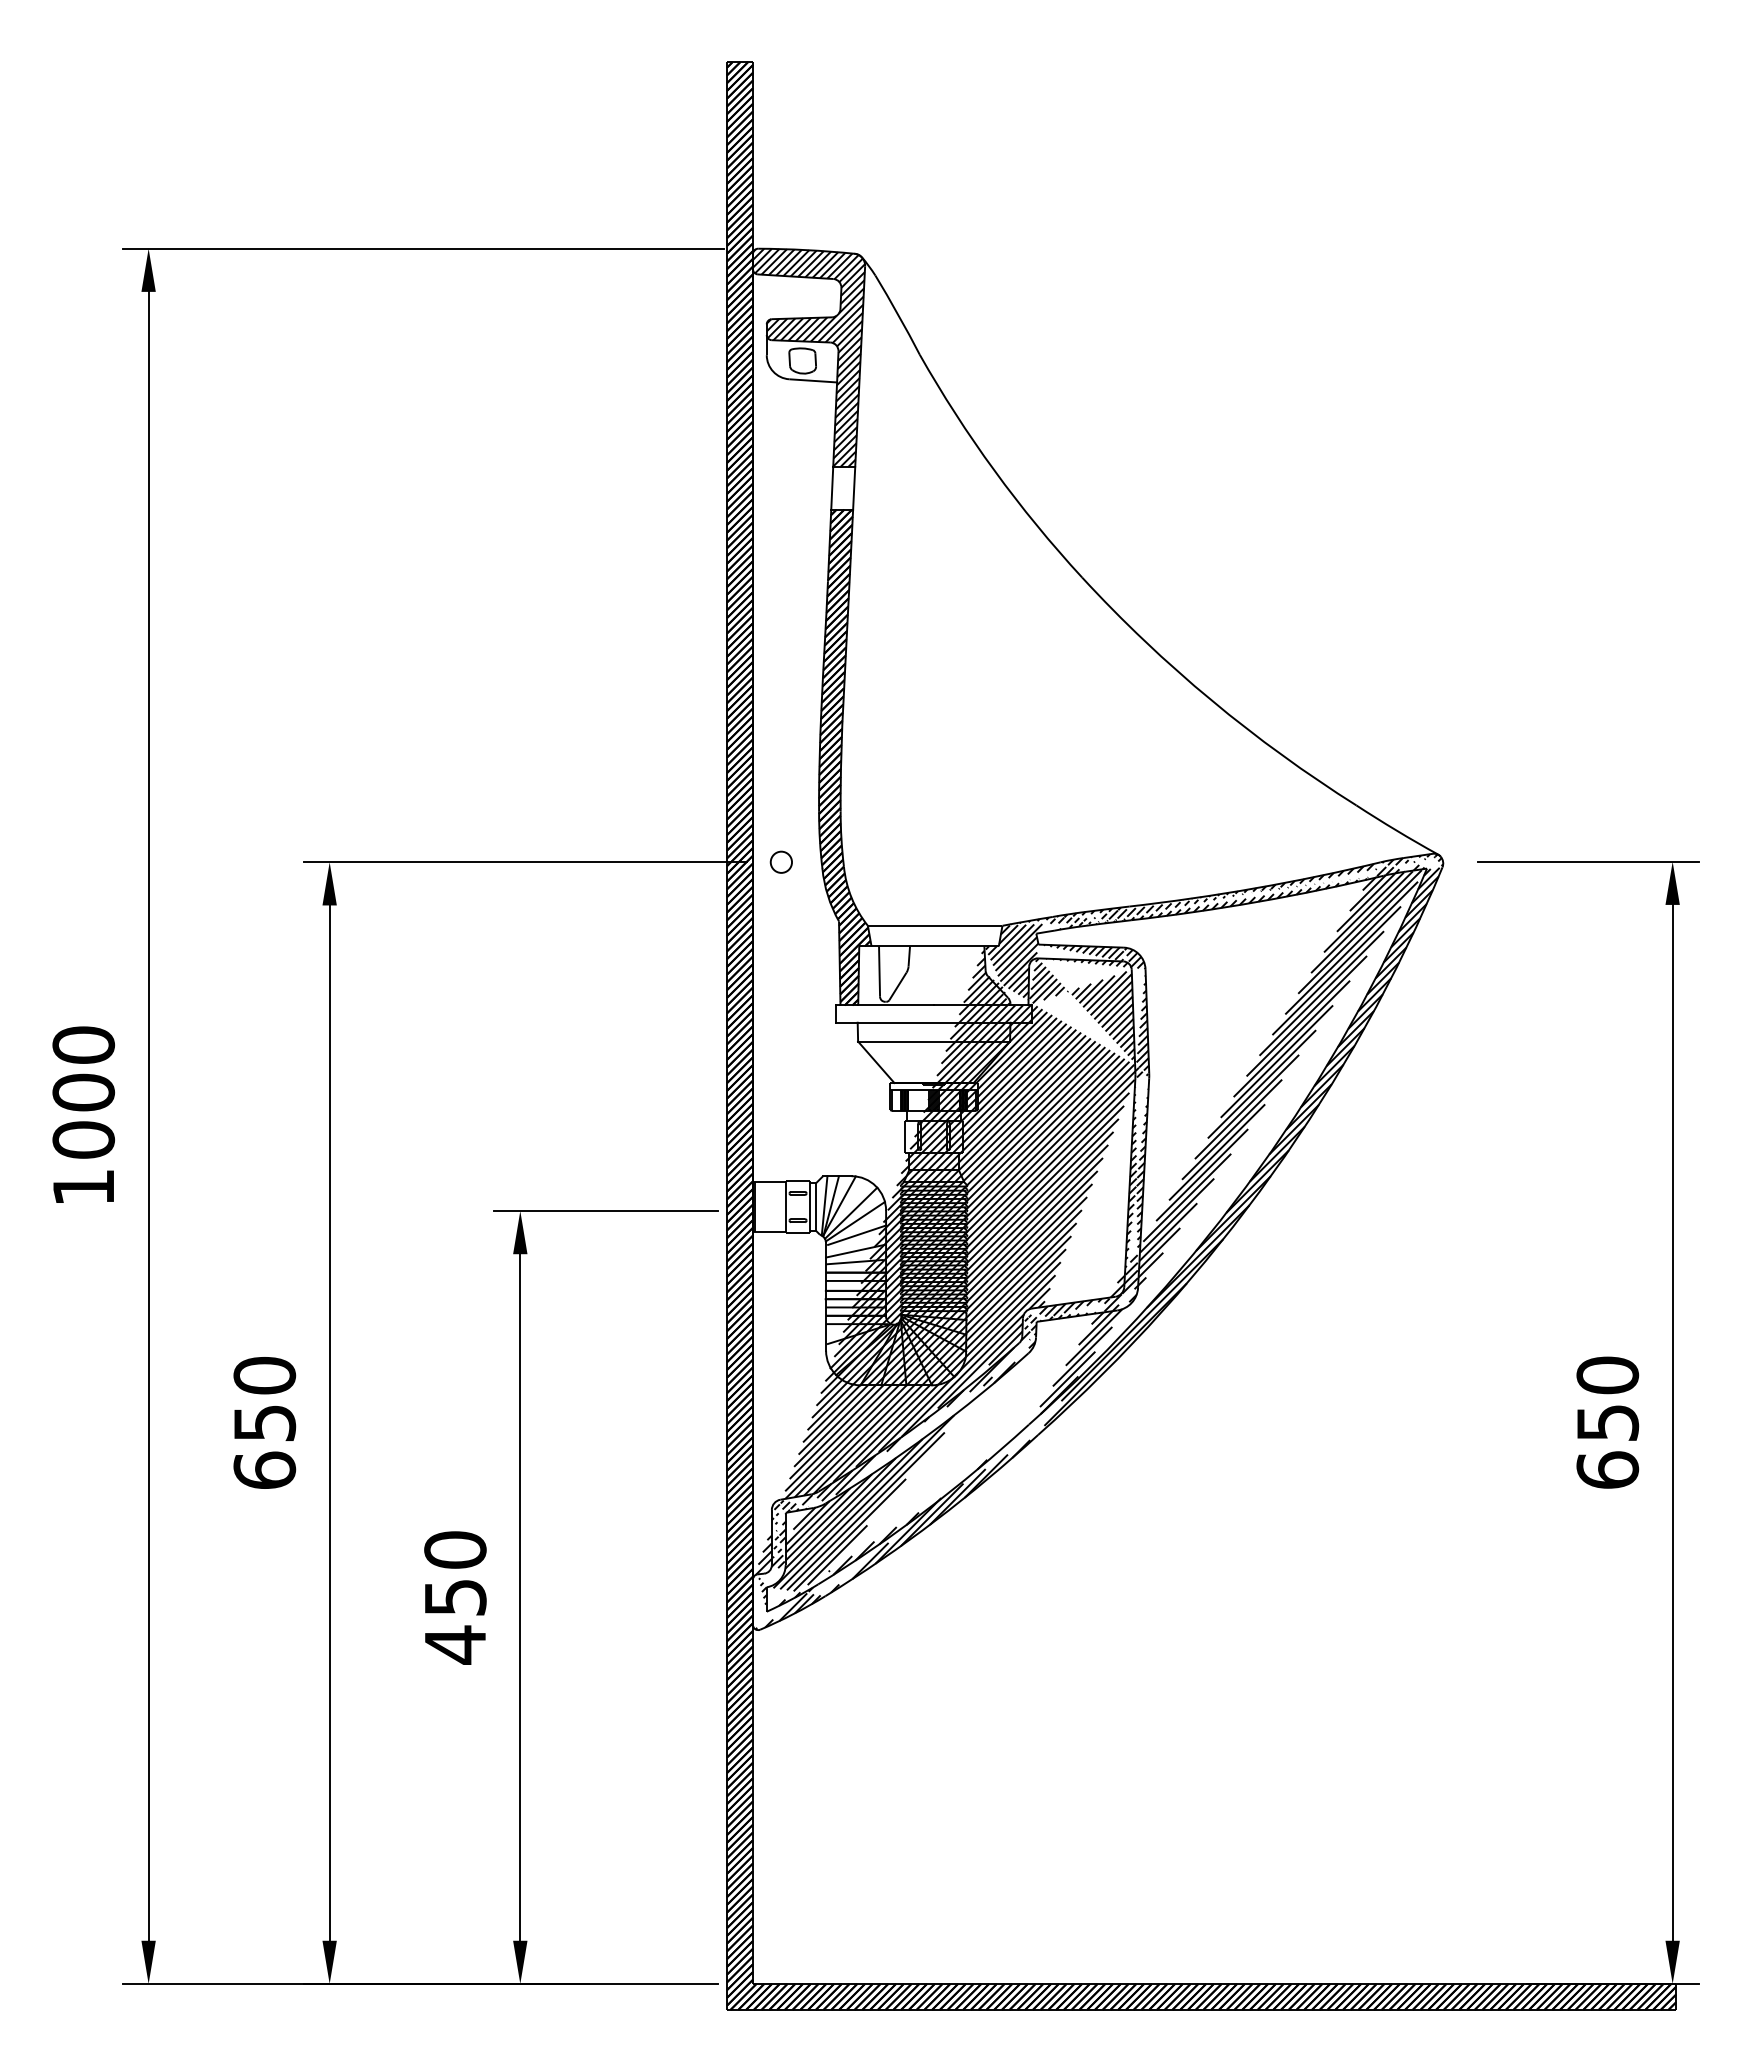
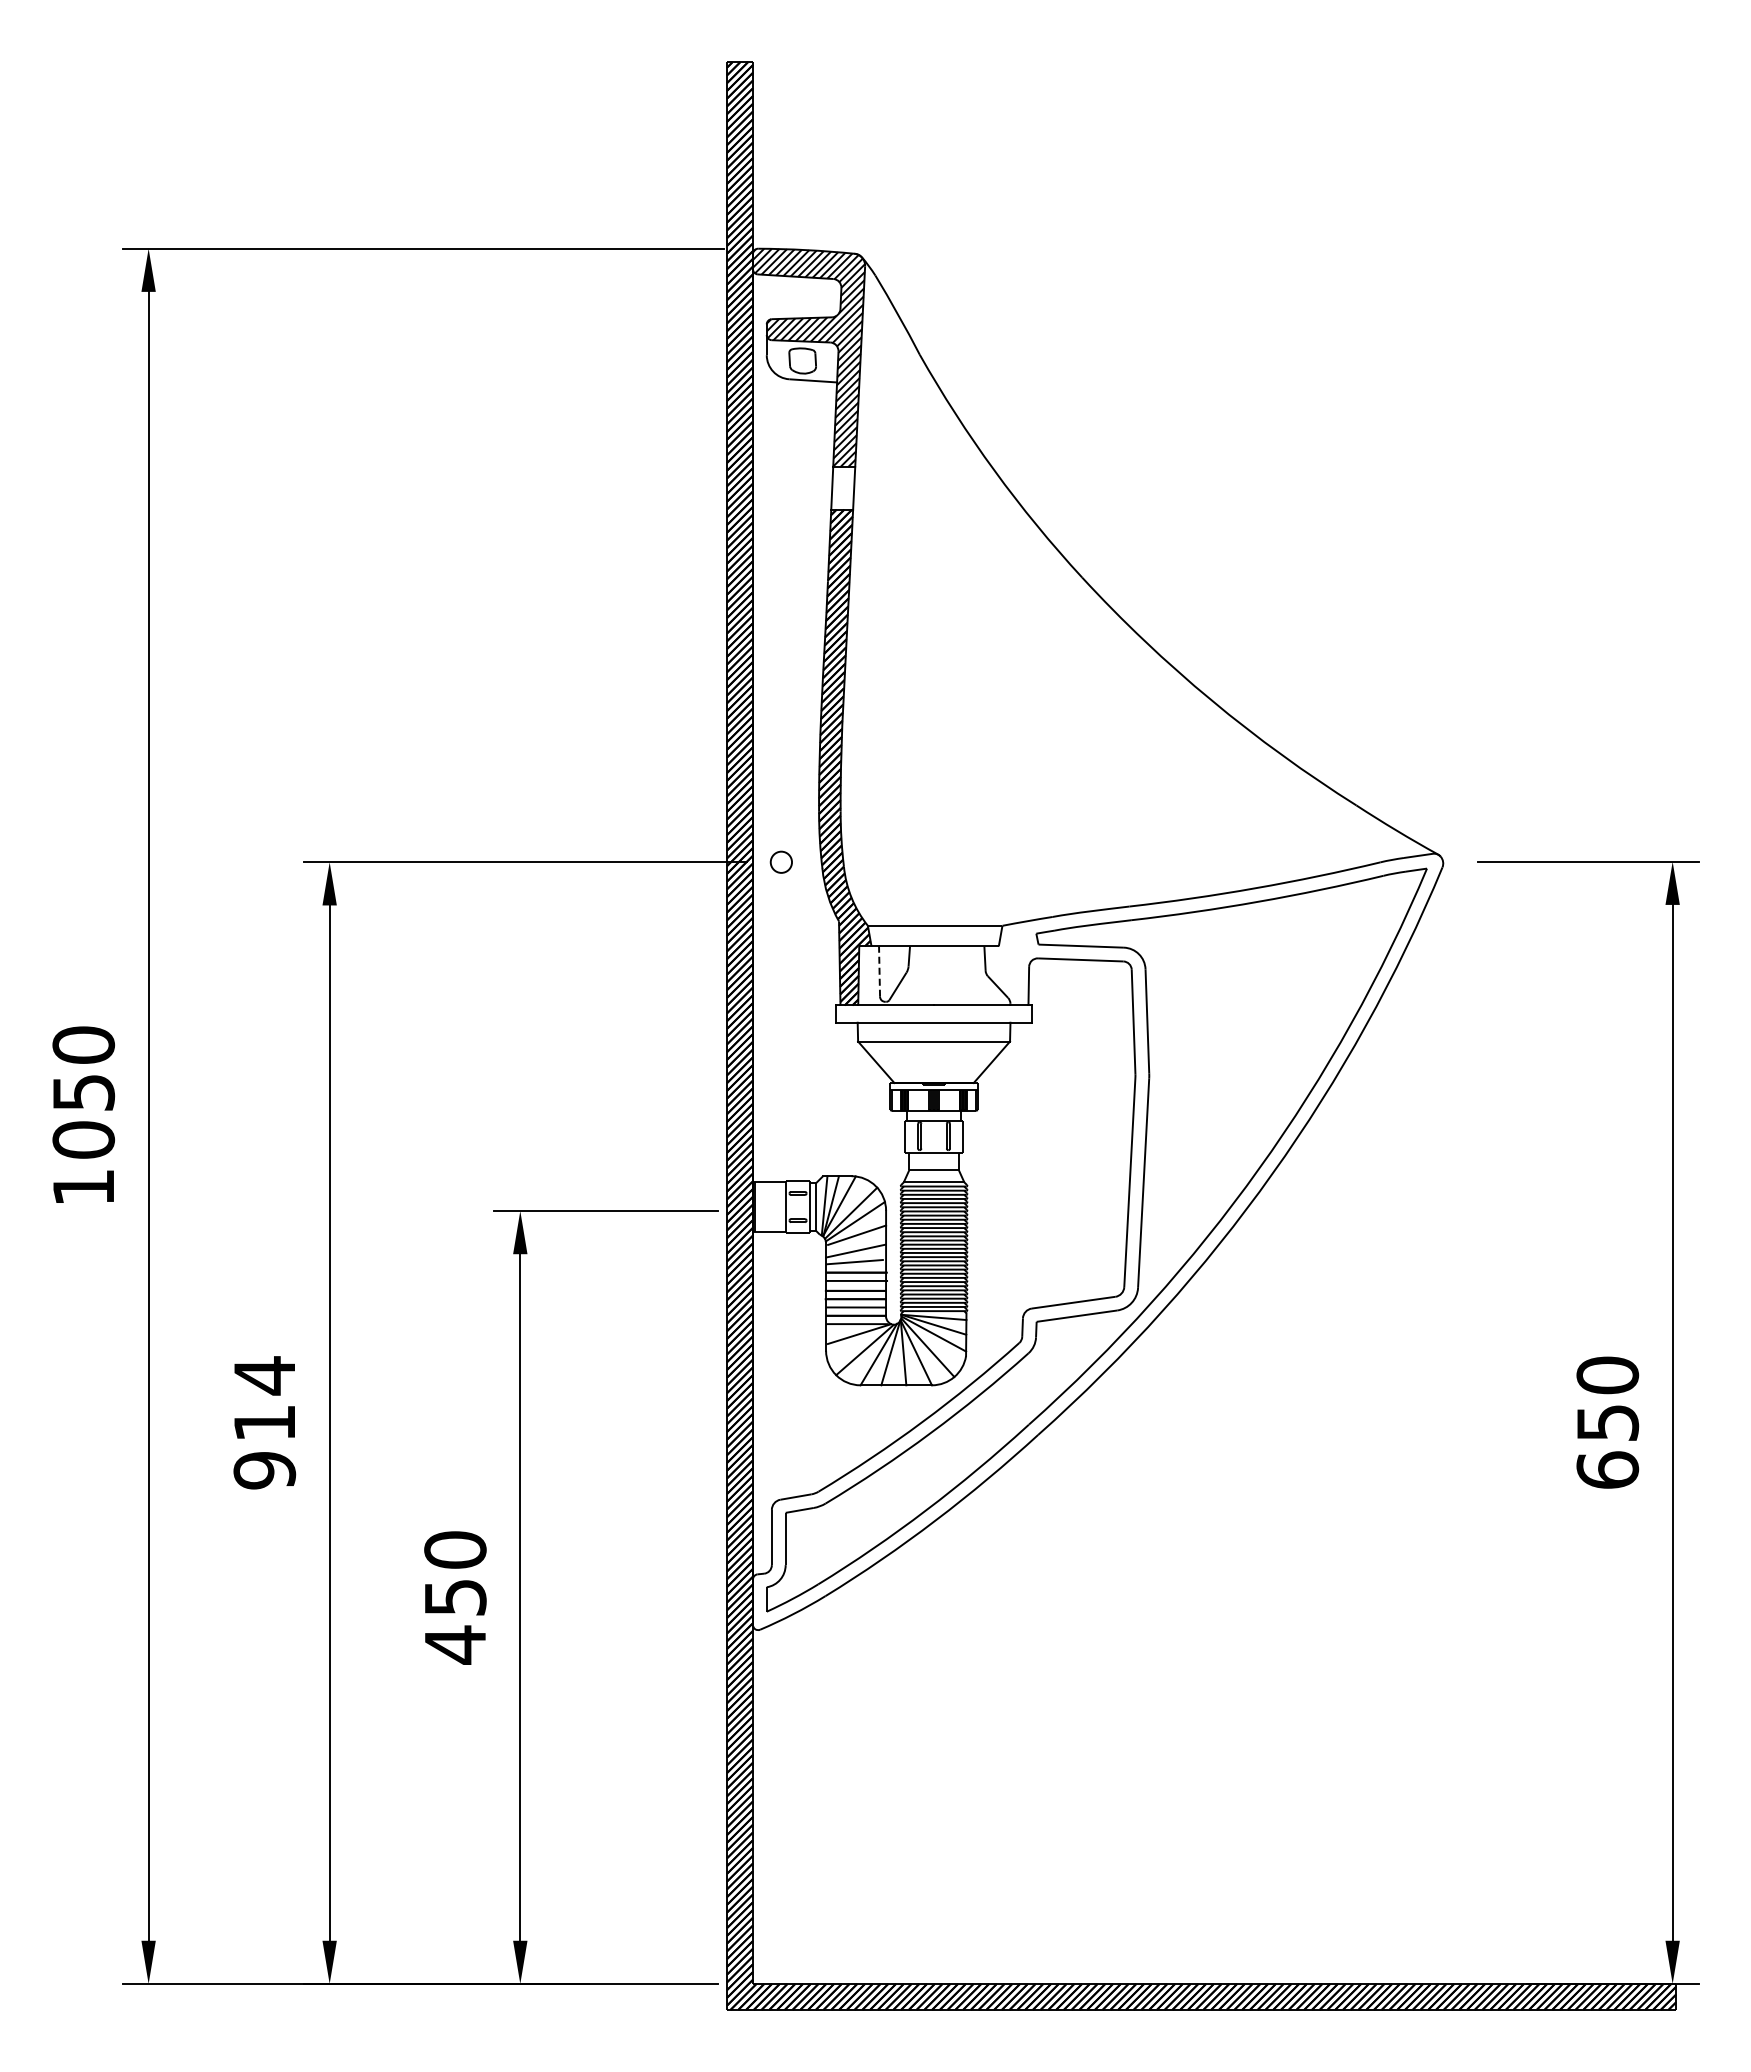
line at (879, 971): solid -> dashed
text at (83, 1092): 1000 -> 1050
hatch at (1098, 1241): present -> none
text at (264, 1422): 650 -> 914
